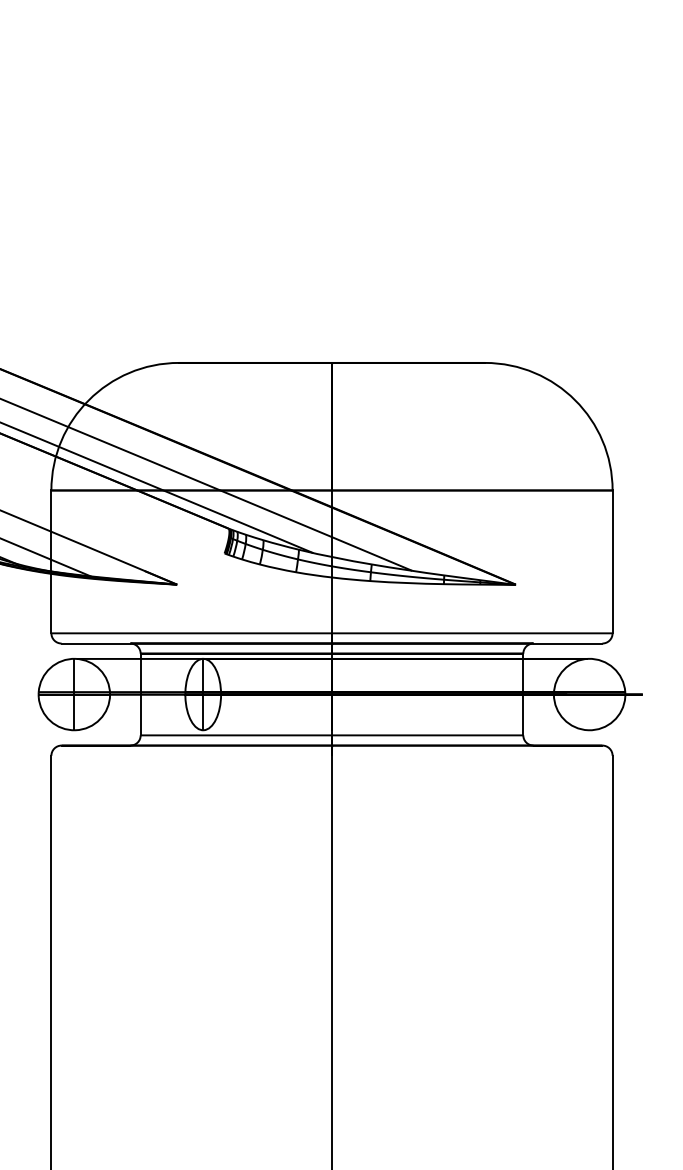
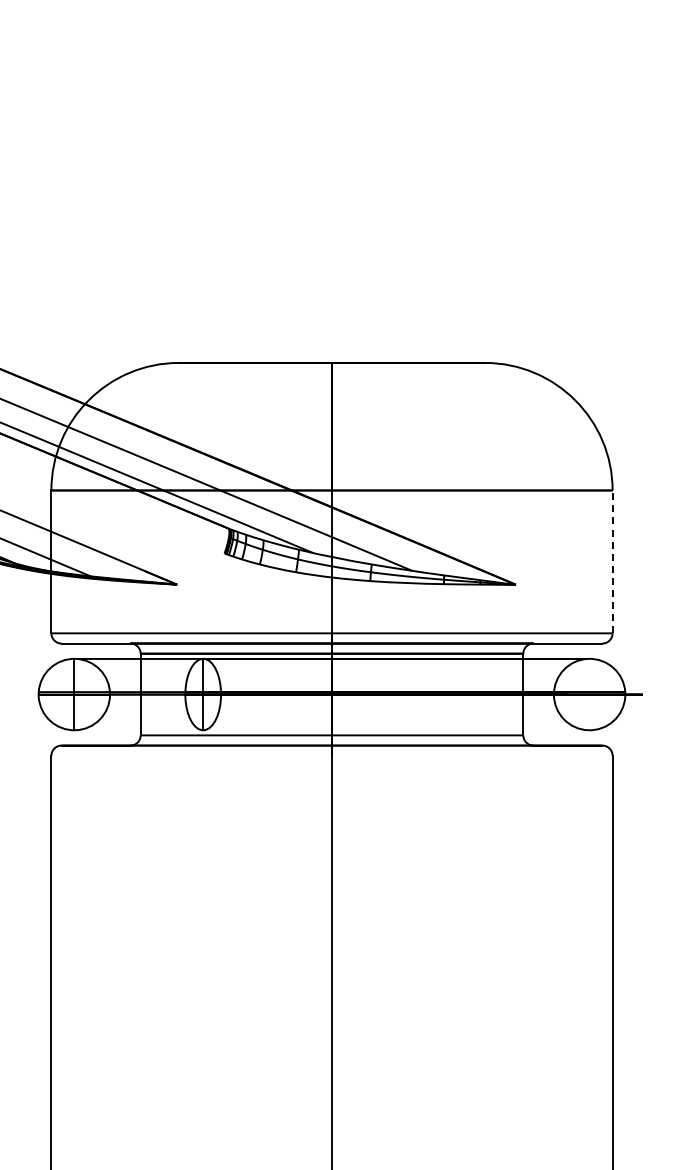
line at (612, 561): solid -> dashed
